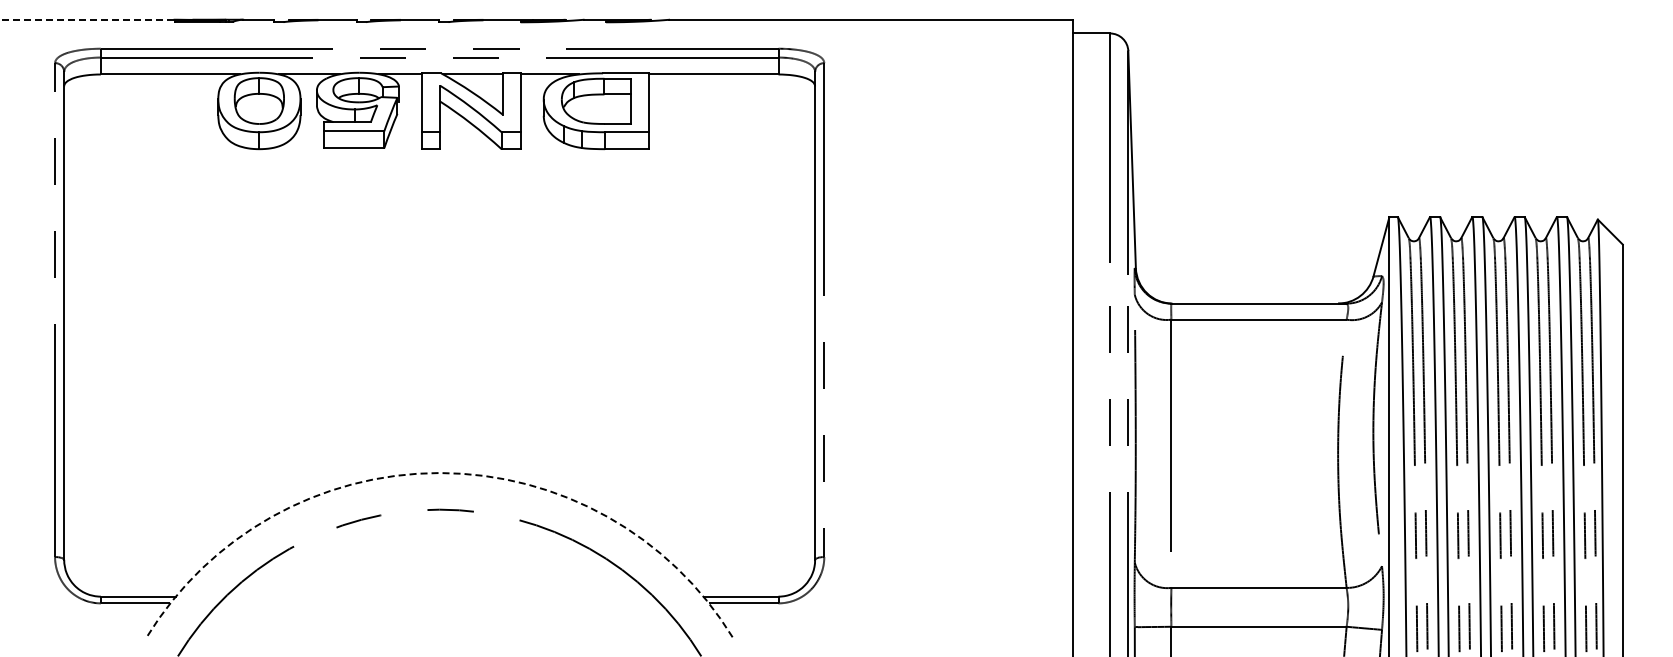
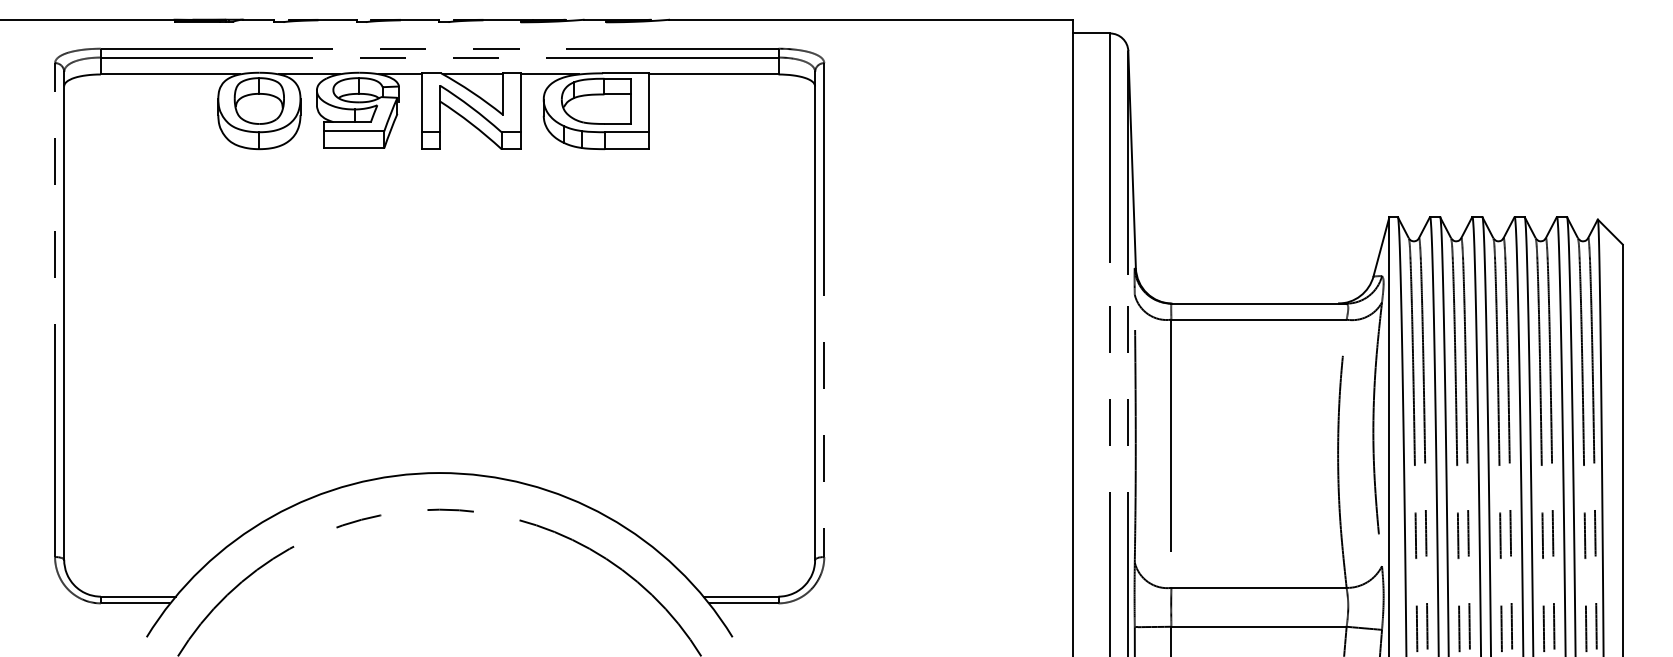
line at (86, 19): dashed -> solid
arc at (439, 473): dashed -> solid
